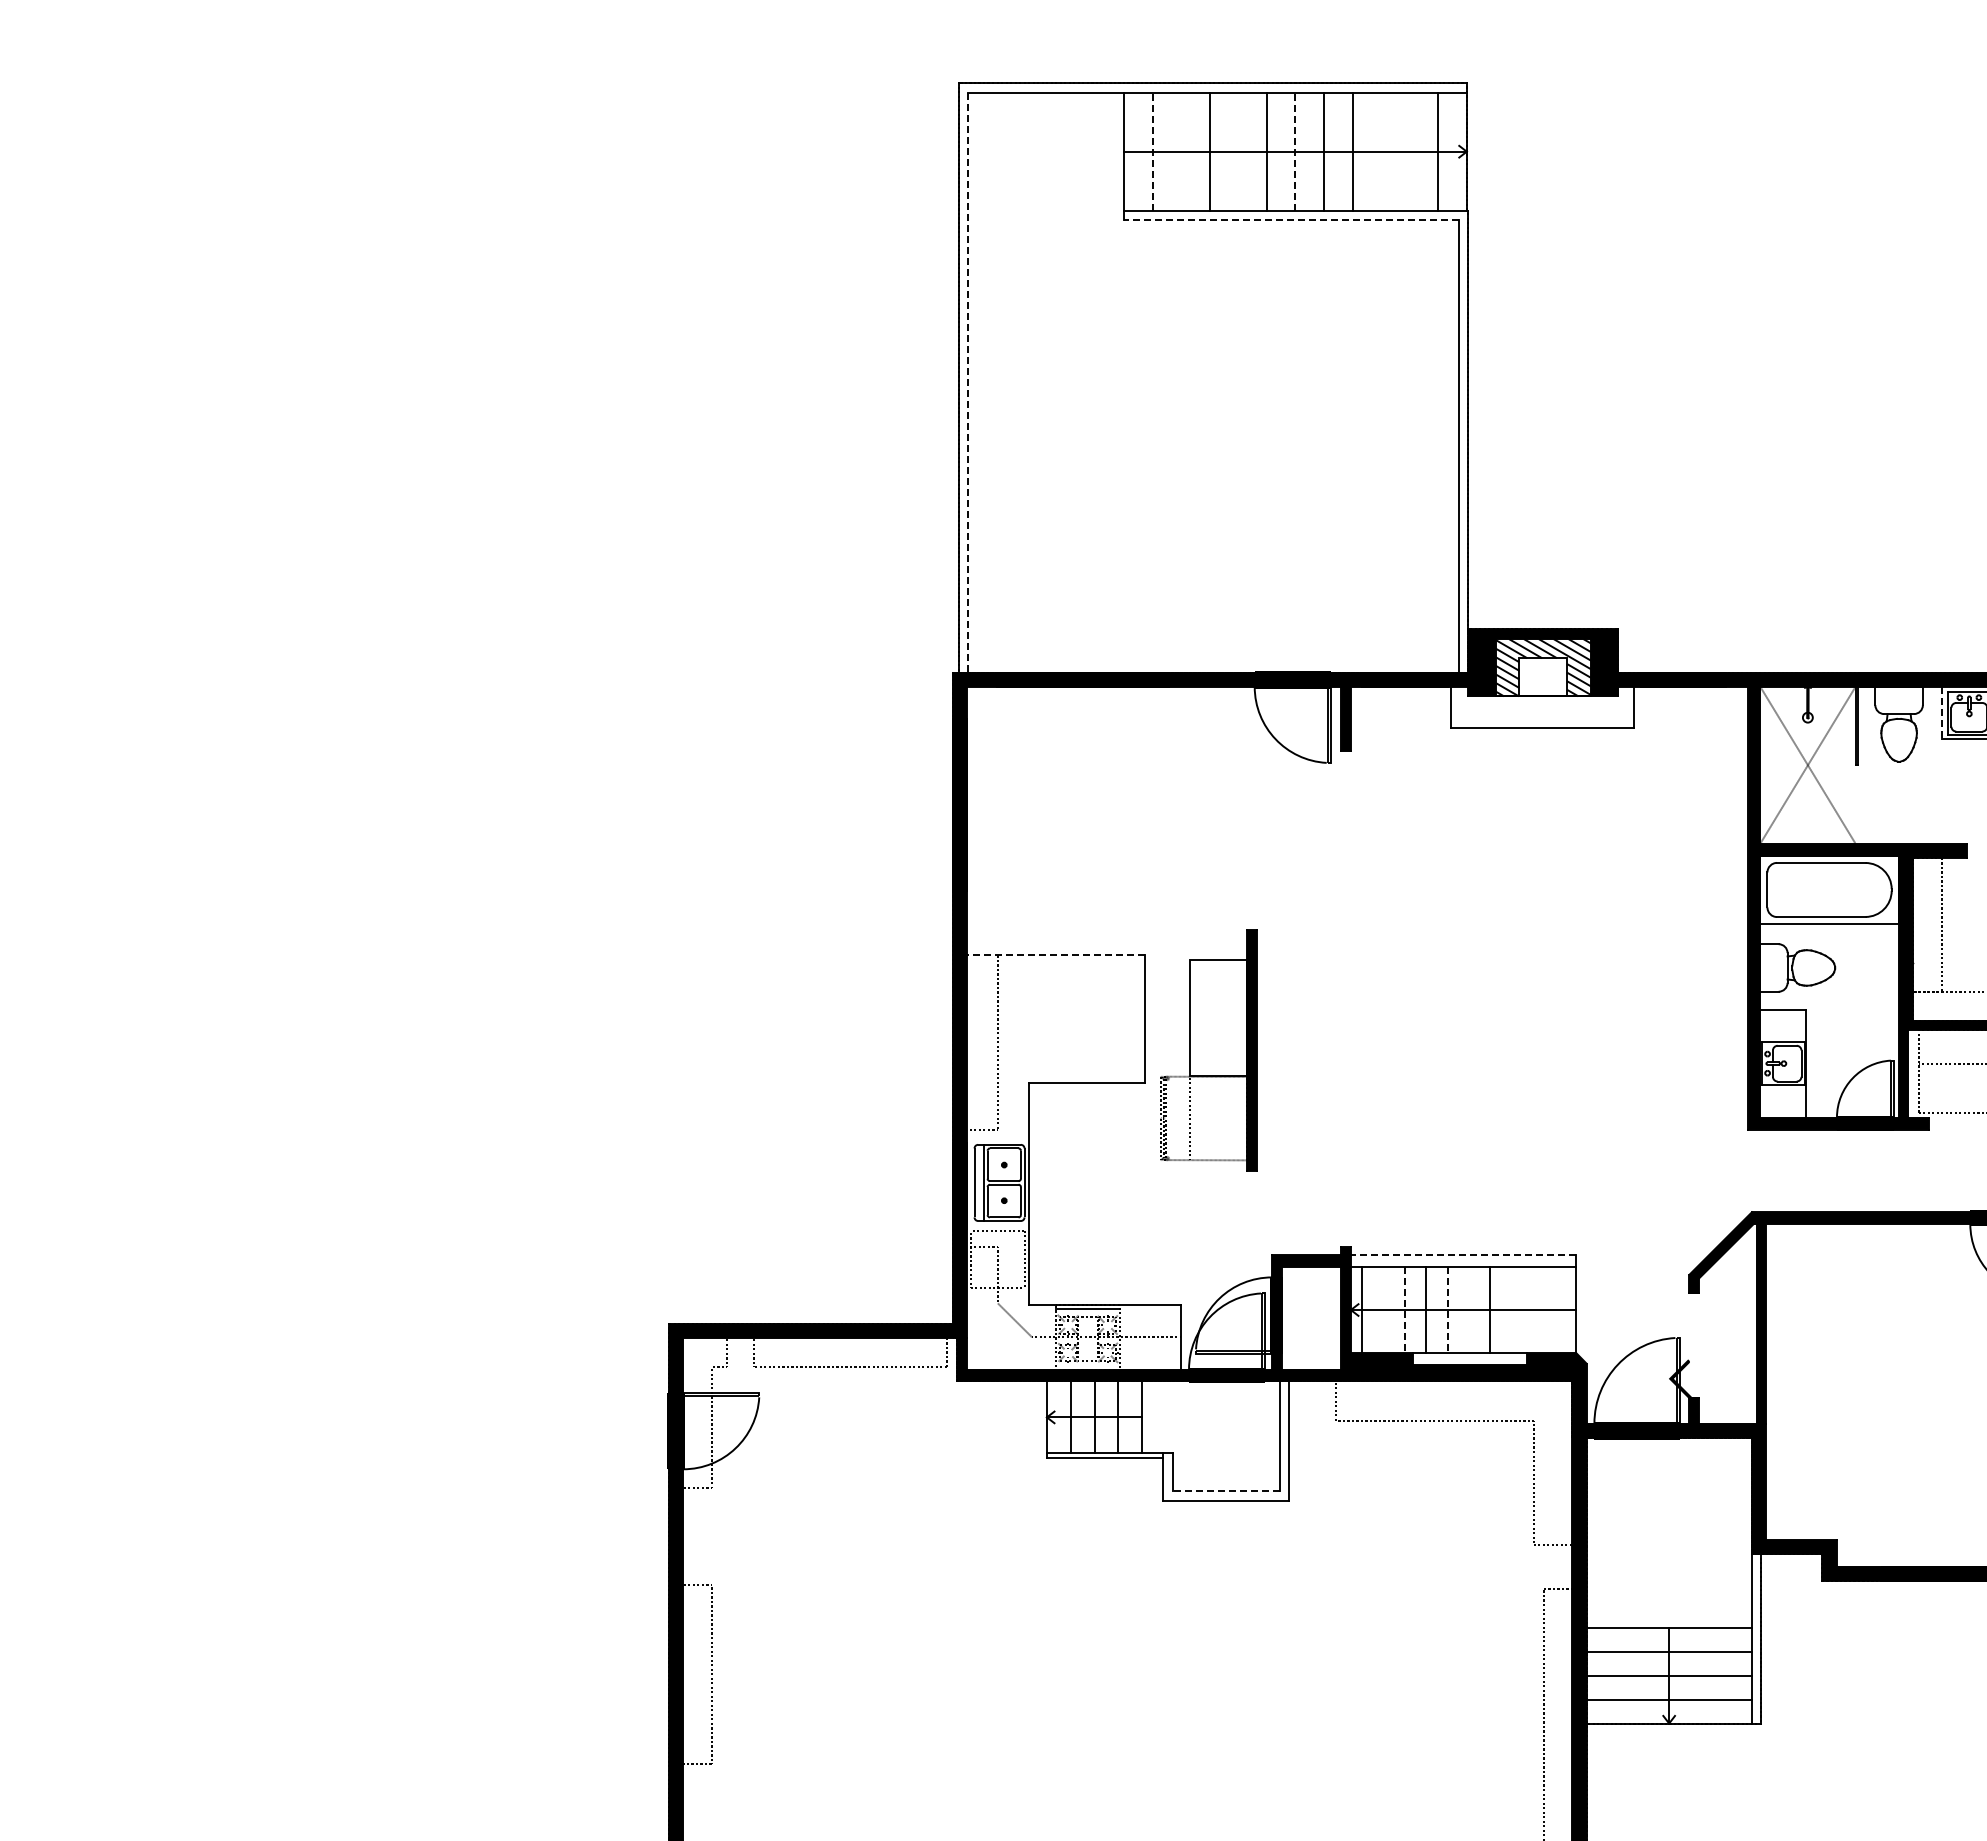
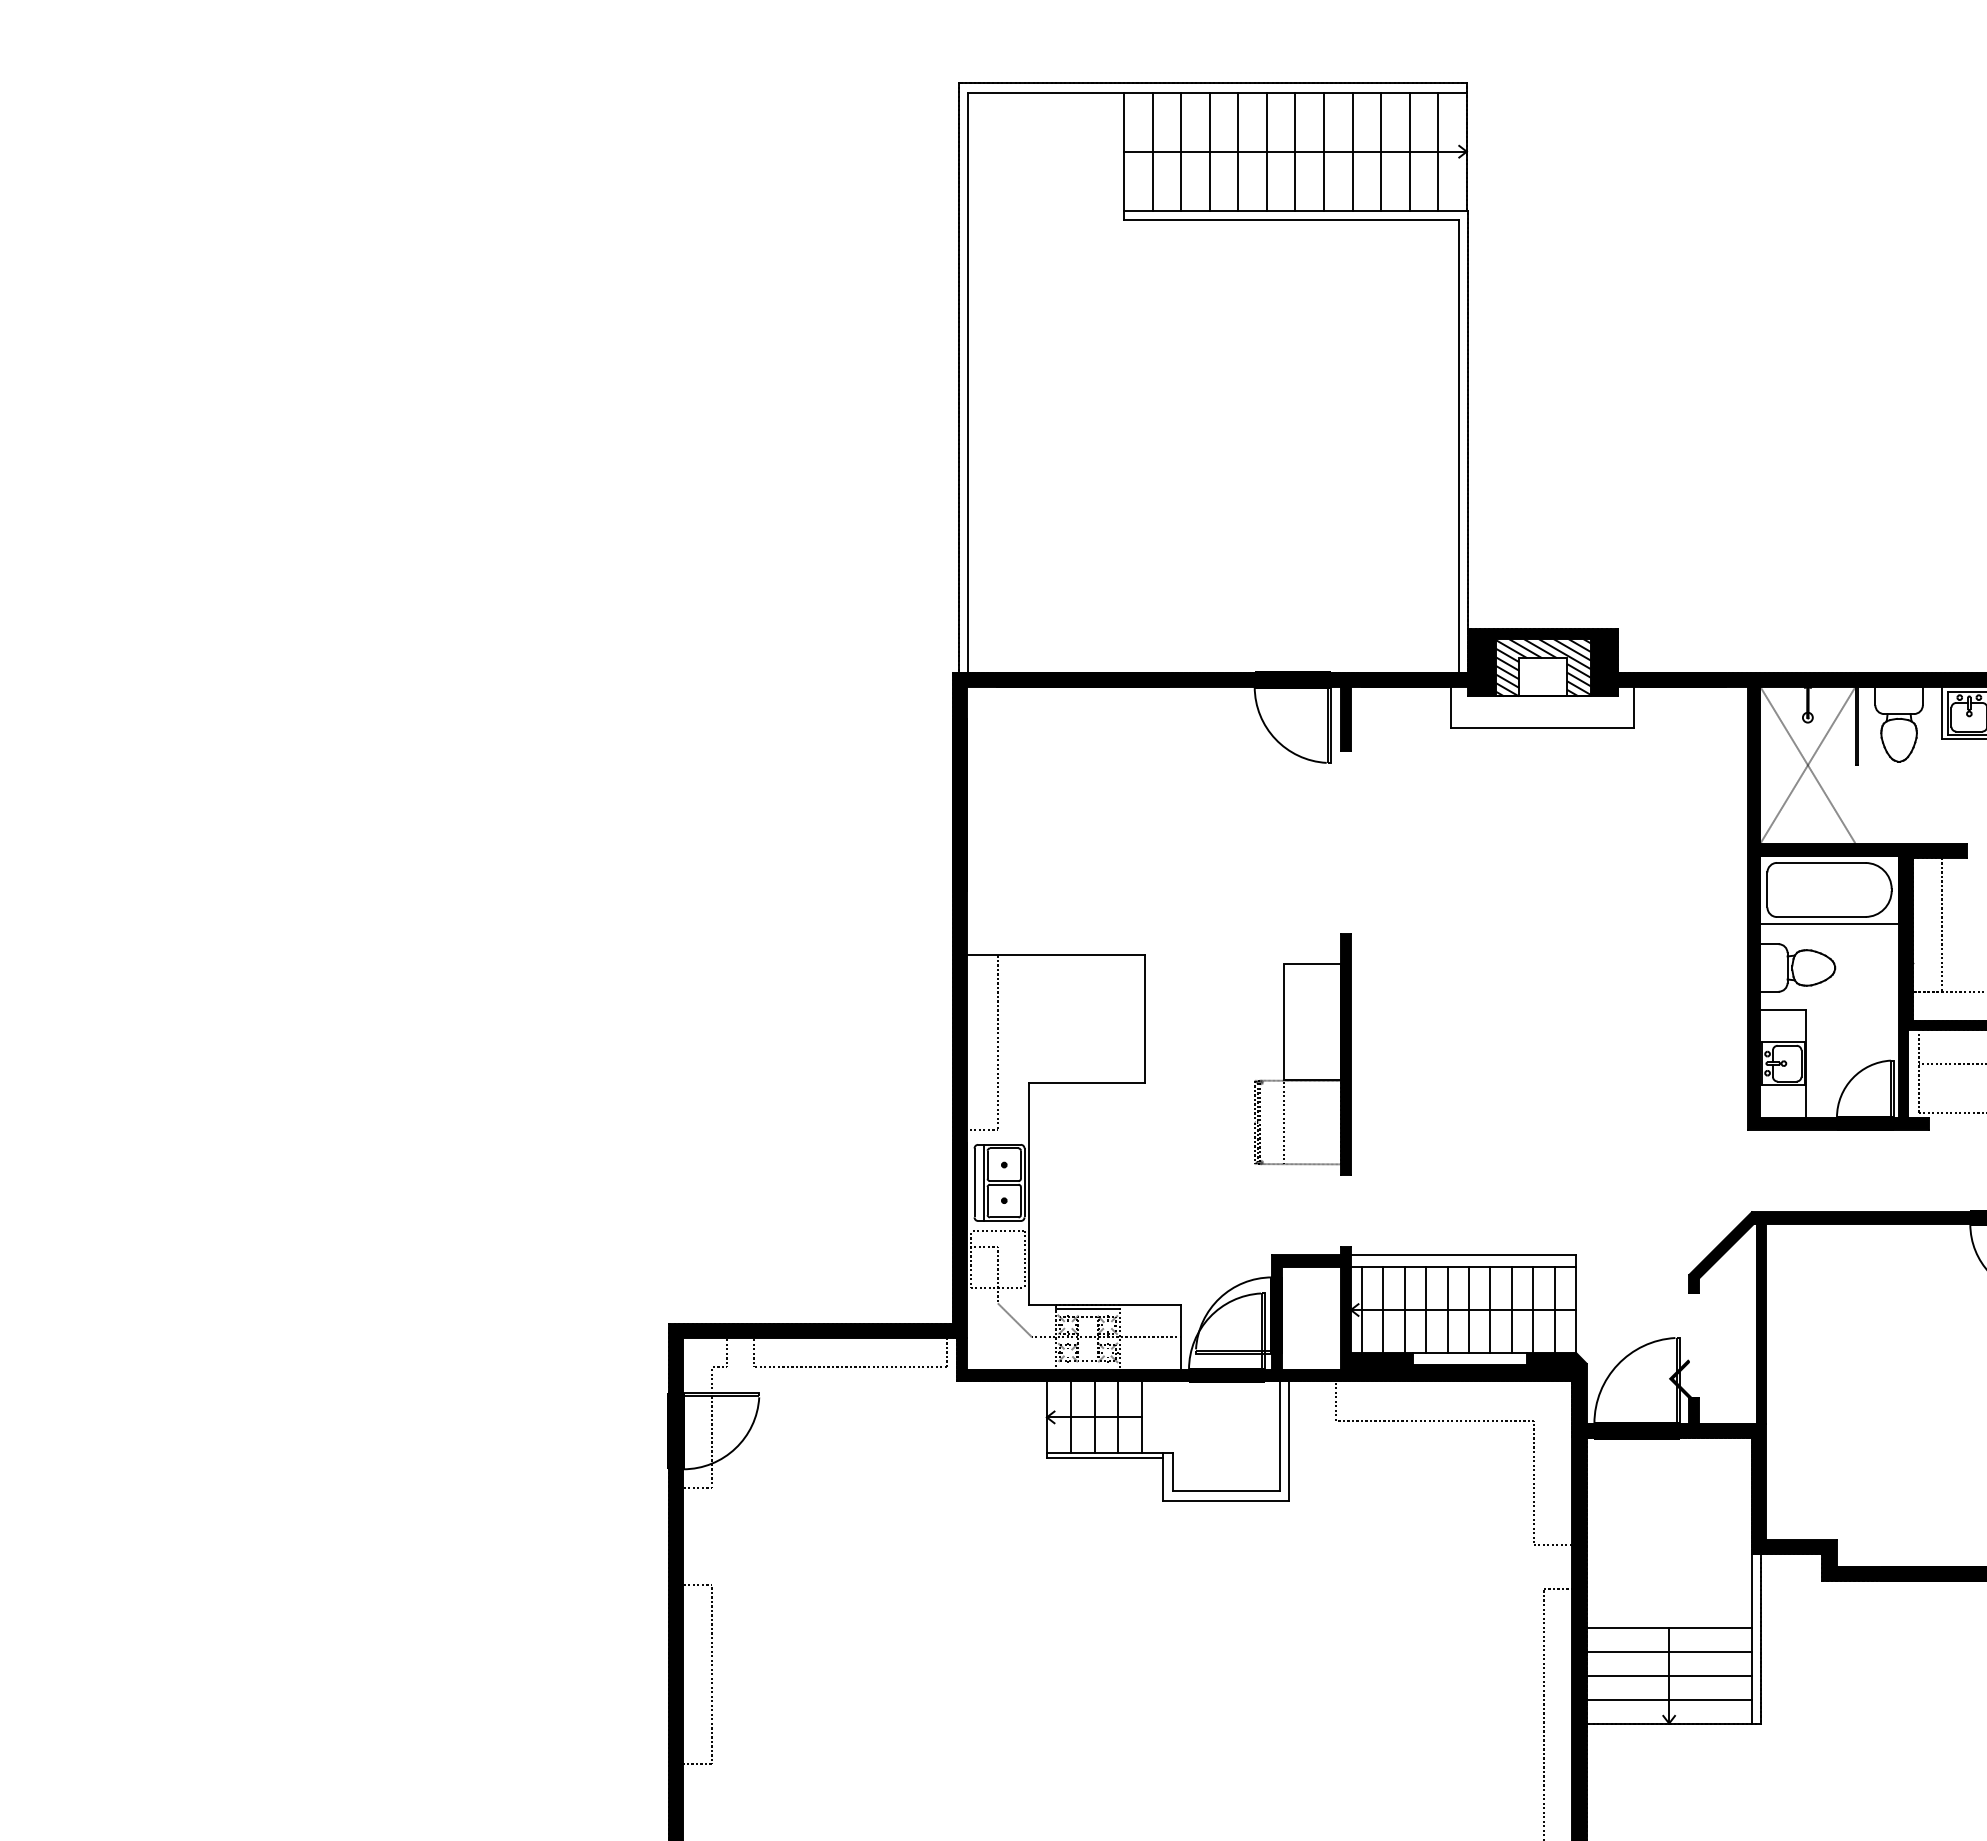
line at (1152, 151): dashed -> solid
line at (1181, 151): none -> present
line at (1238, 151): none -> present
line at (1295, 151): dashed -> solid
line at (1381, 151): none -> present
line at (1409, 151): none -> present
line at (1290, 220): dashed -> solid
line at (968, 382): dashed -> solid
line at (1941, 713): dashed -> solid
line at (1055, 955): dashed -> solid
part at (1208, 1050) position: (1208, 1050) -> (1302, 1054)
line at (1463, 1255): dashed -> solid
line at (1383, 1309): none -> present
line at (1468, 1309): none -> present
line at (1511, 1309): none -> present
line at (1533, 1309): none -> present
line at (1554, 1309): none -> present
line at (1404, 1310): dashed -> solid
line at (1447, 1310): dashed -> solid
line at (1226, 1491): dashed -> solid
